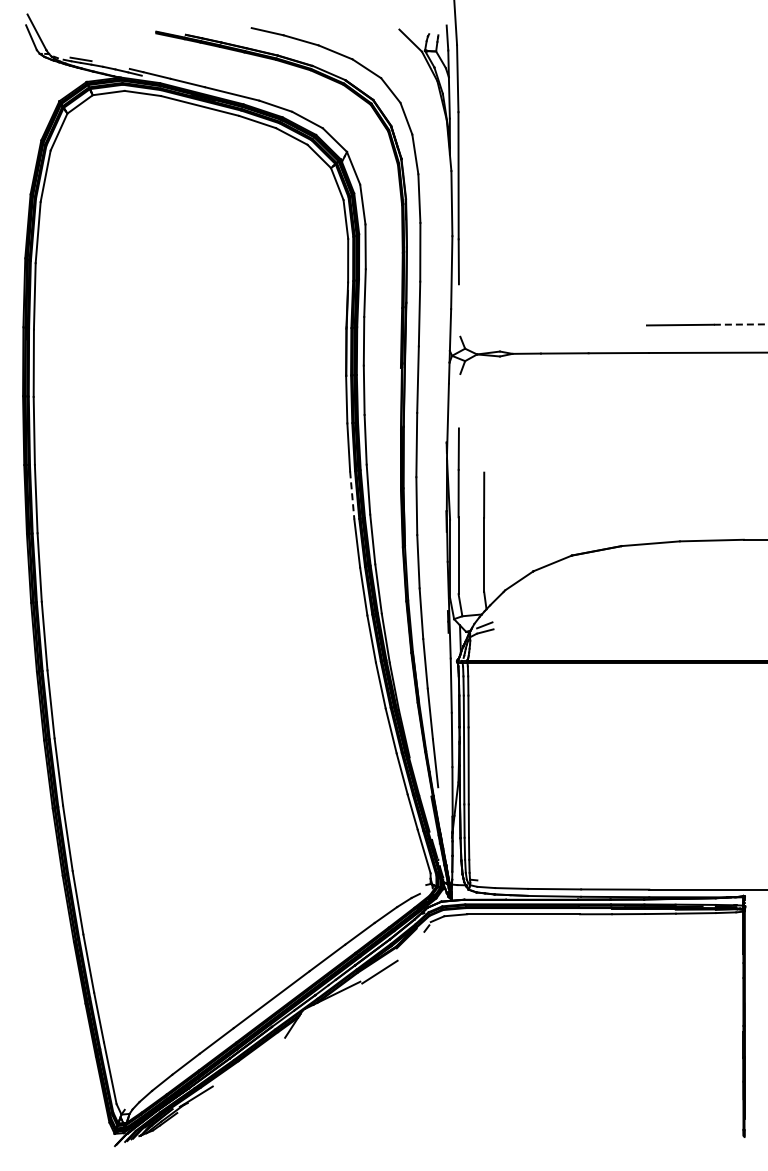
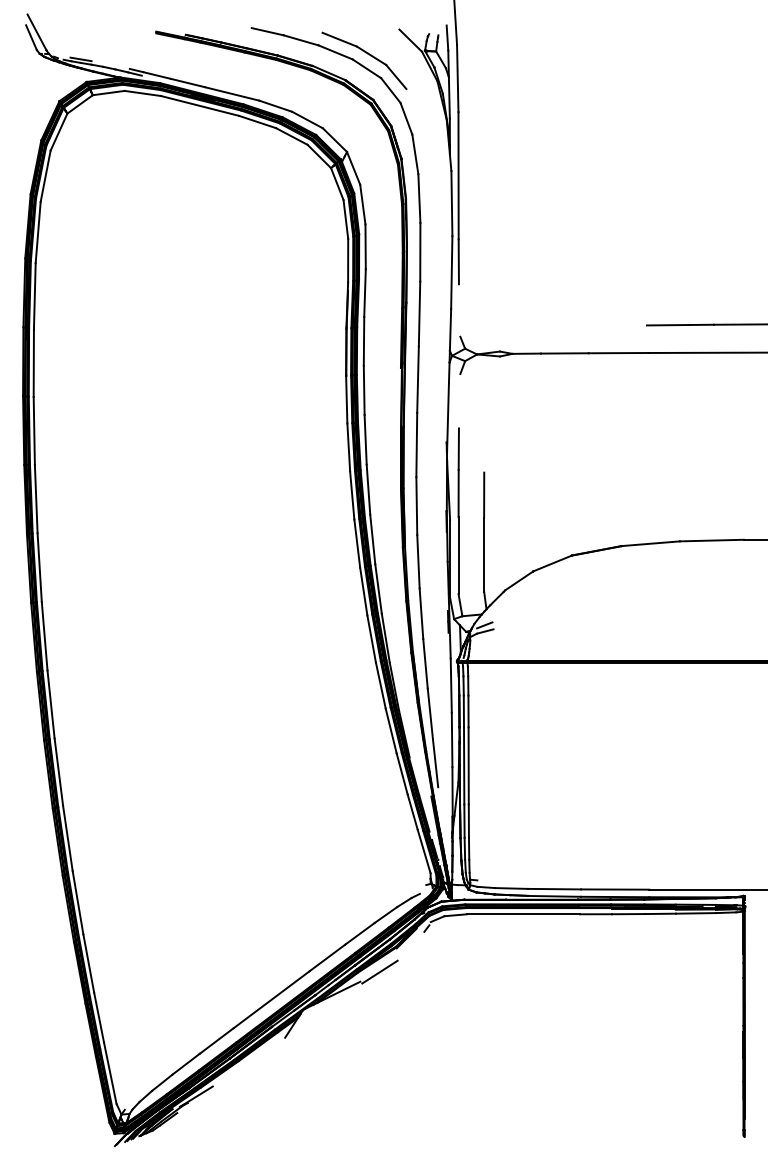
part at (367, 54): none -> present
line at (740, 324): dashed -> solid
line at (352, 495): dashed -> solid
